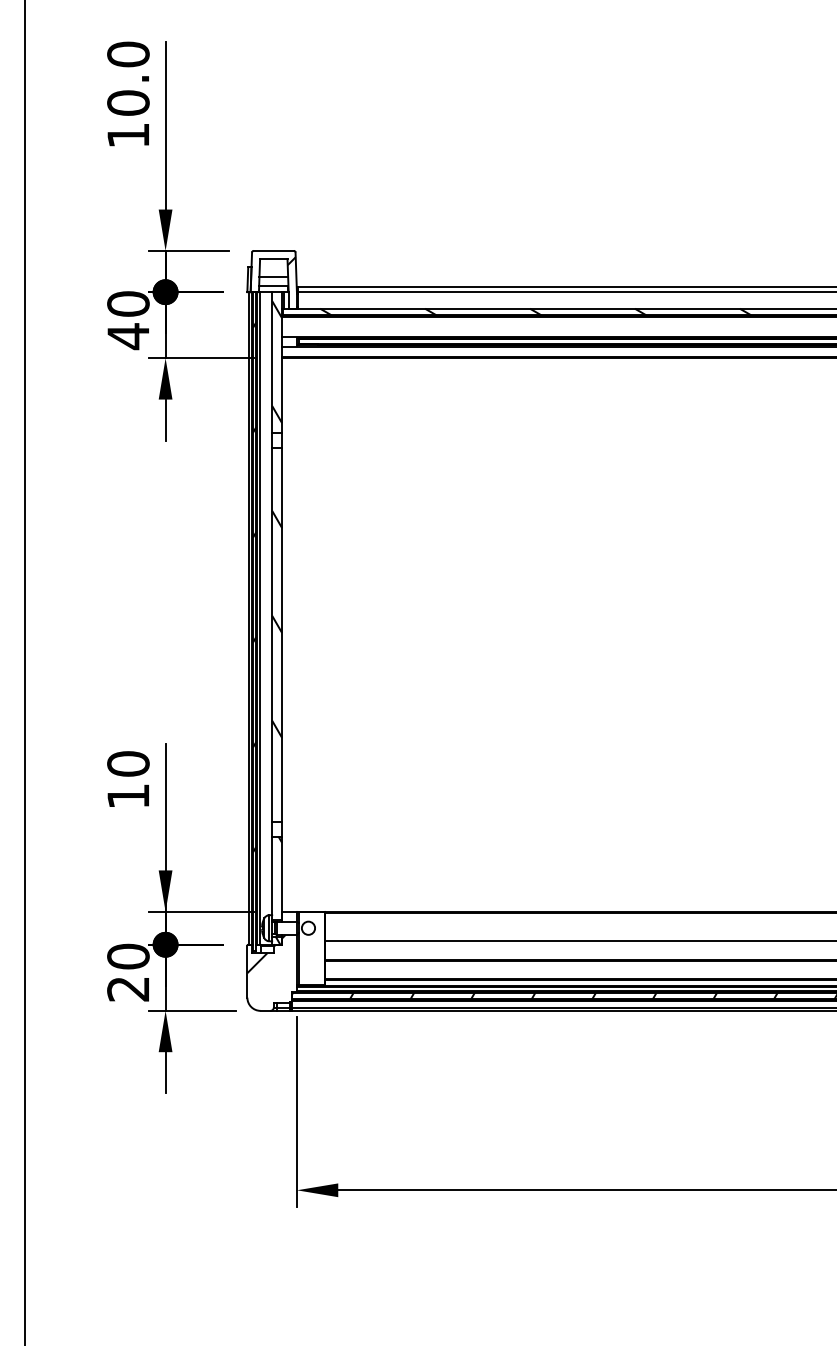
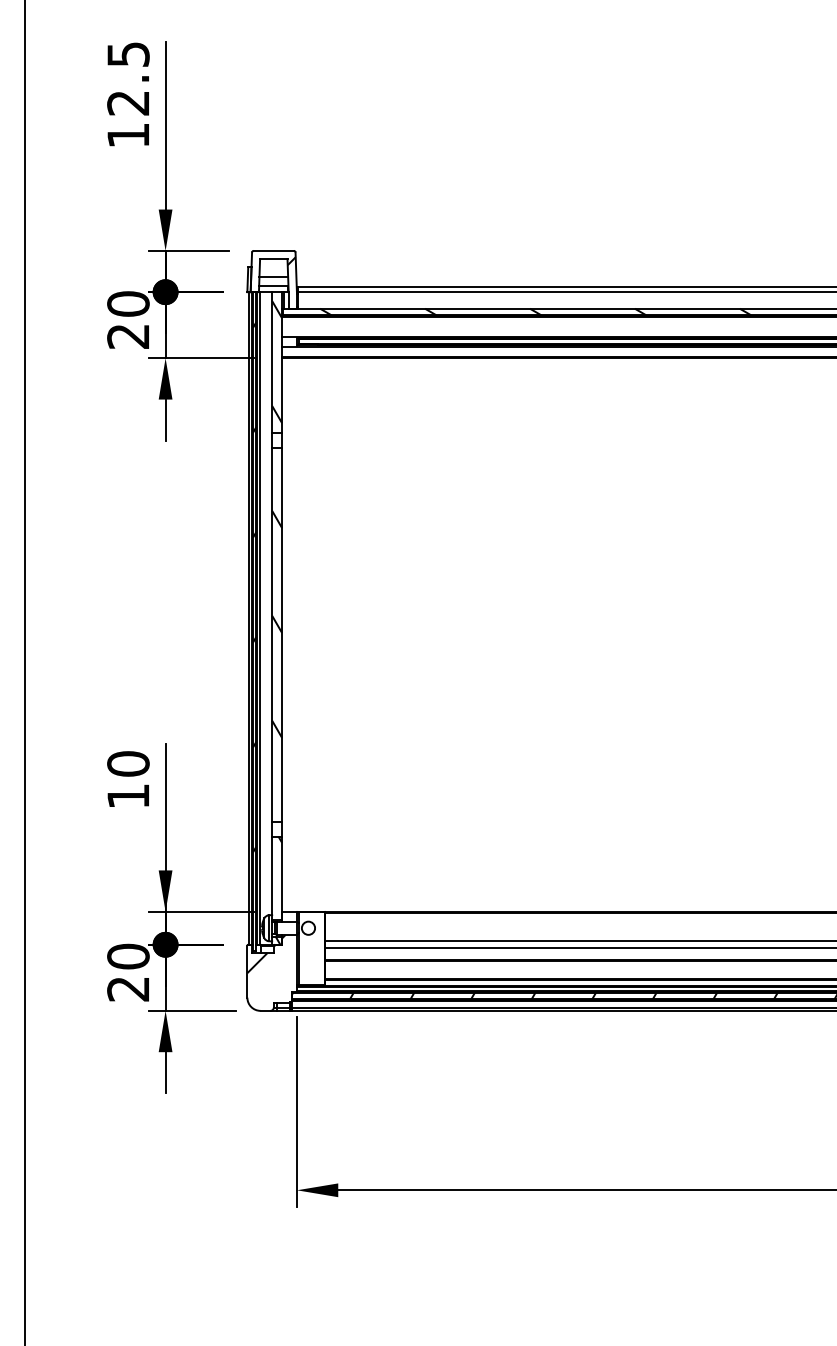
text at (128, 78): 10.0 -> 12.5
text at (127, 336): 40 -> 20
line at (579, 948): none -> present
